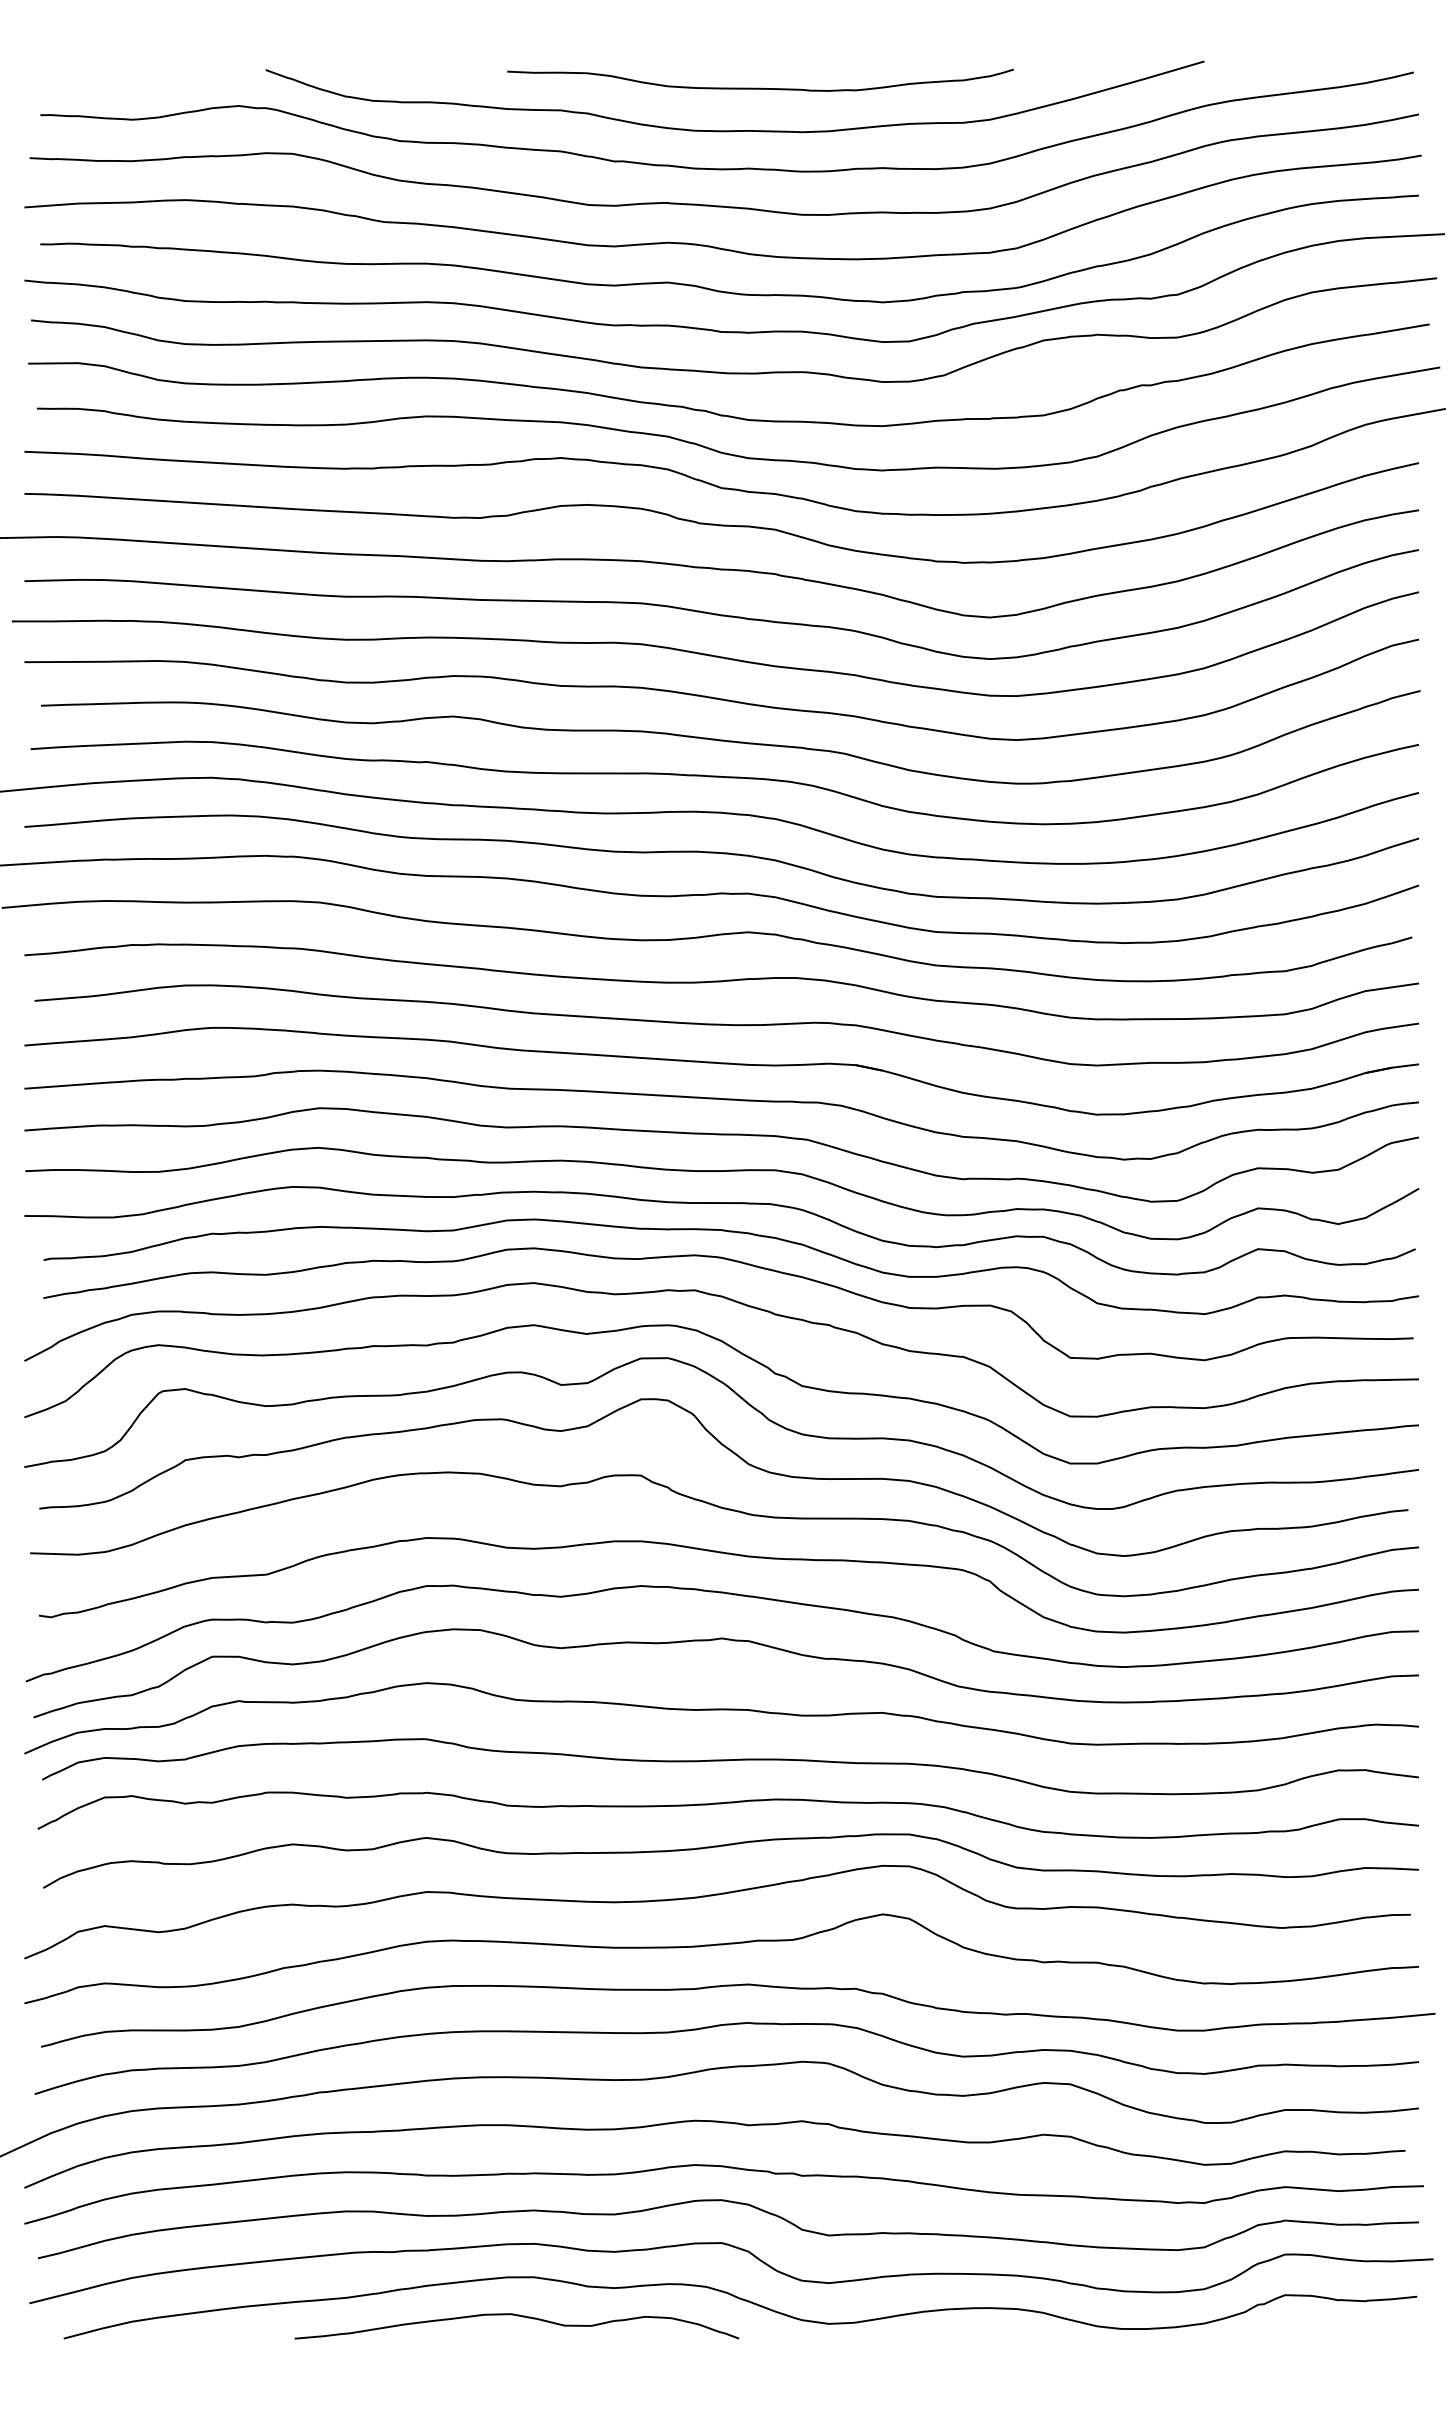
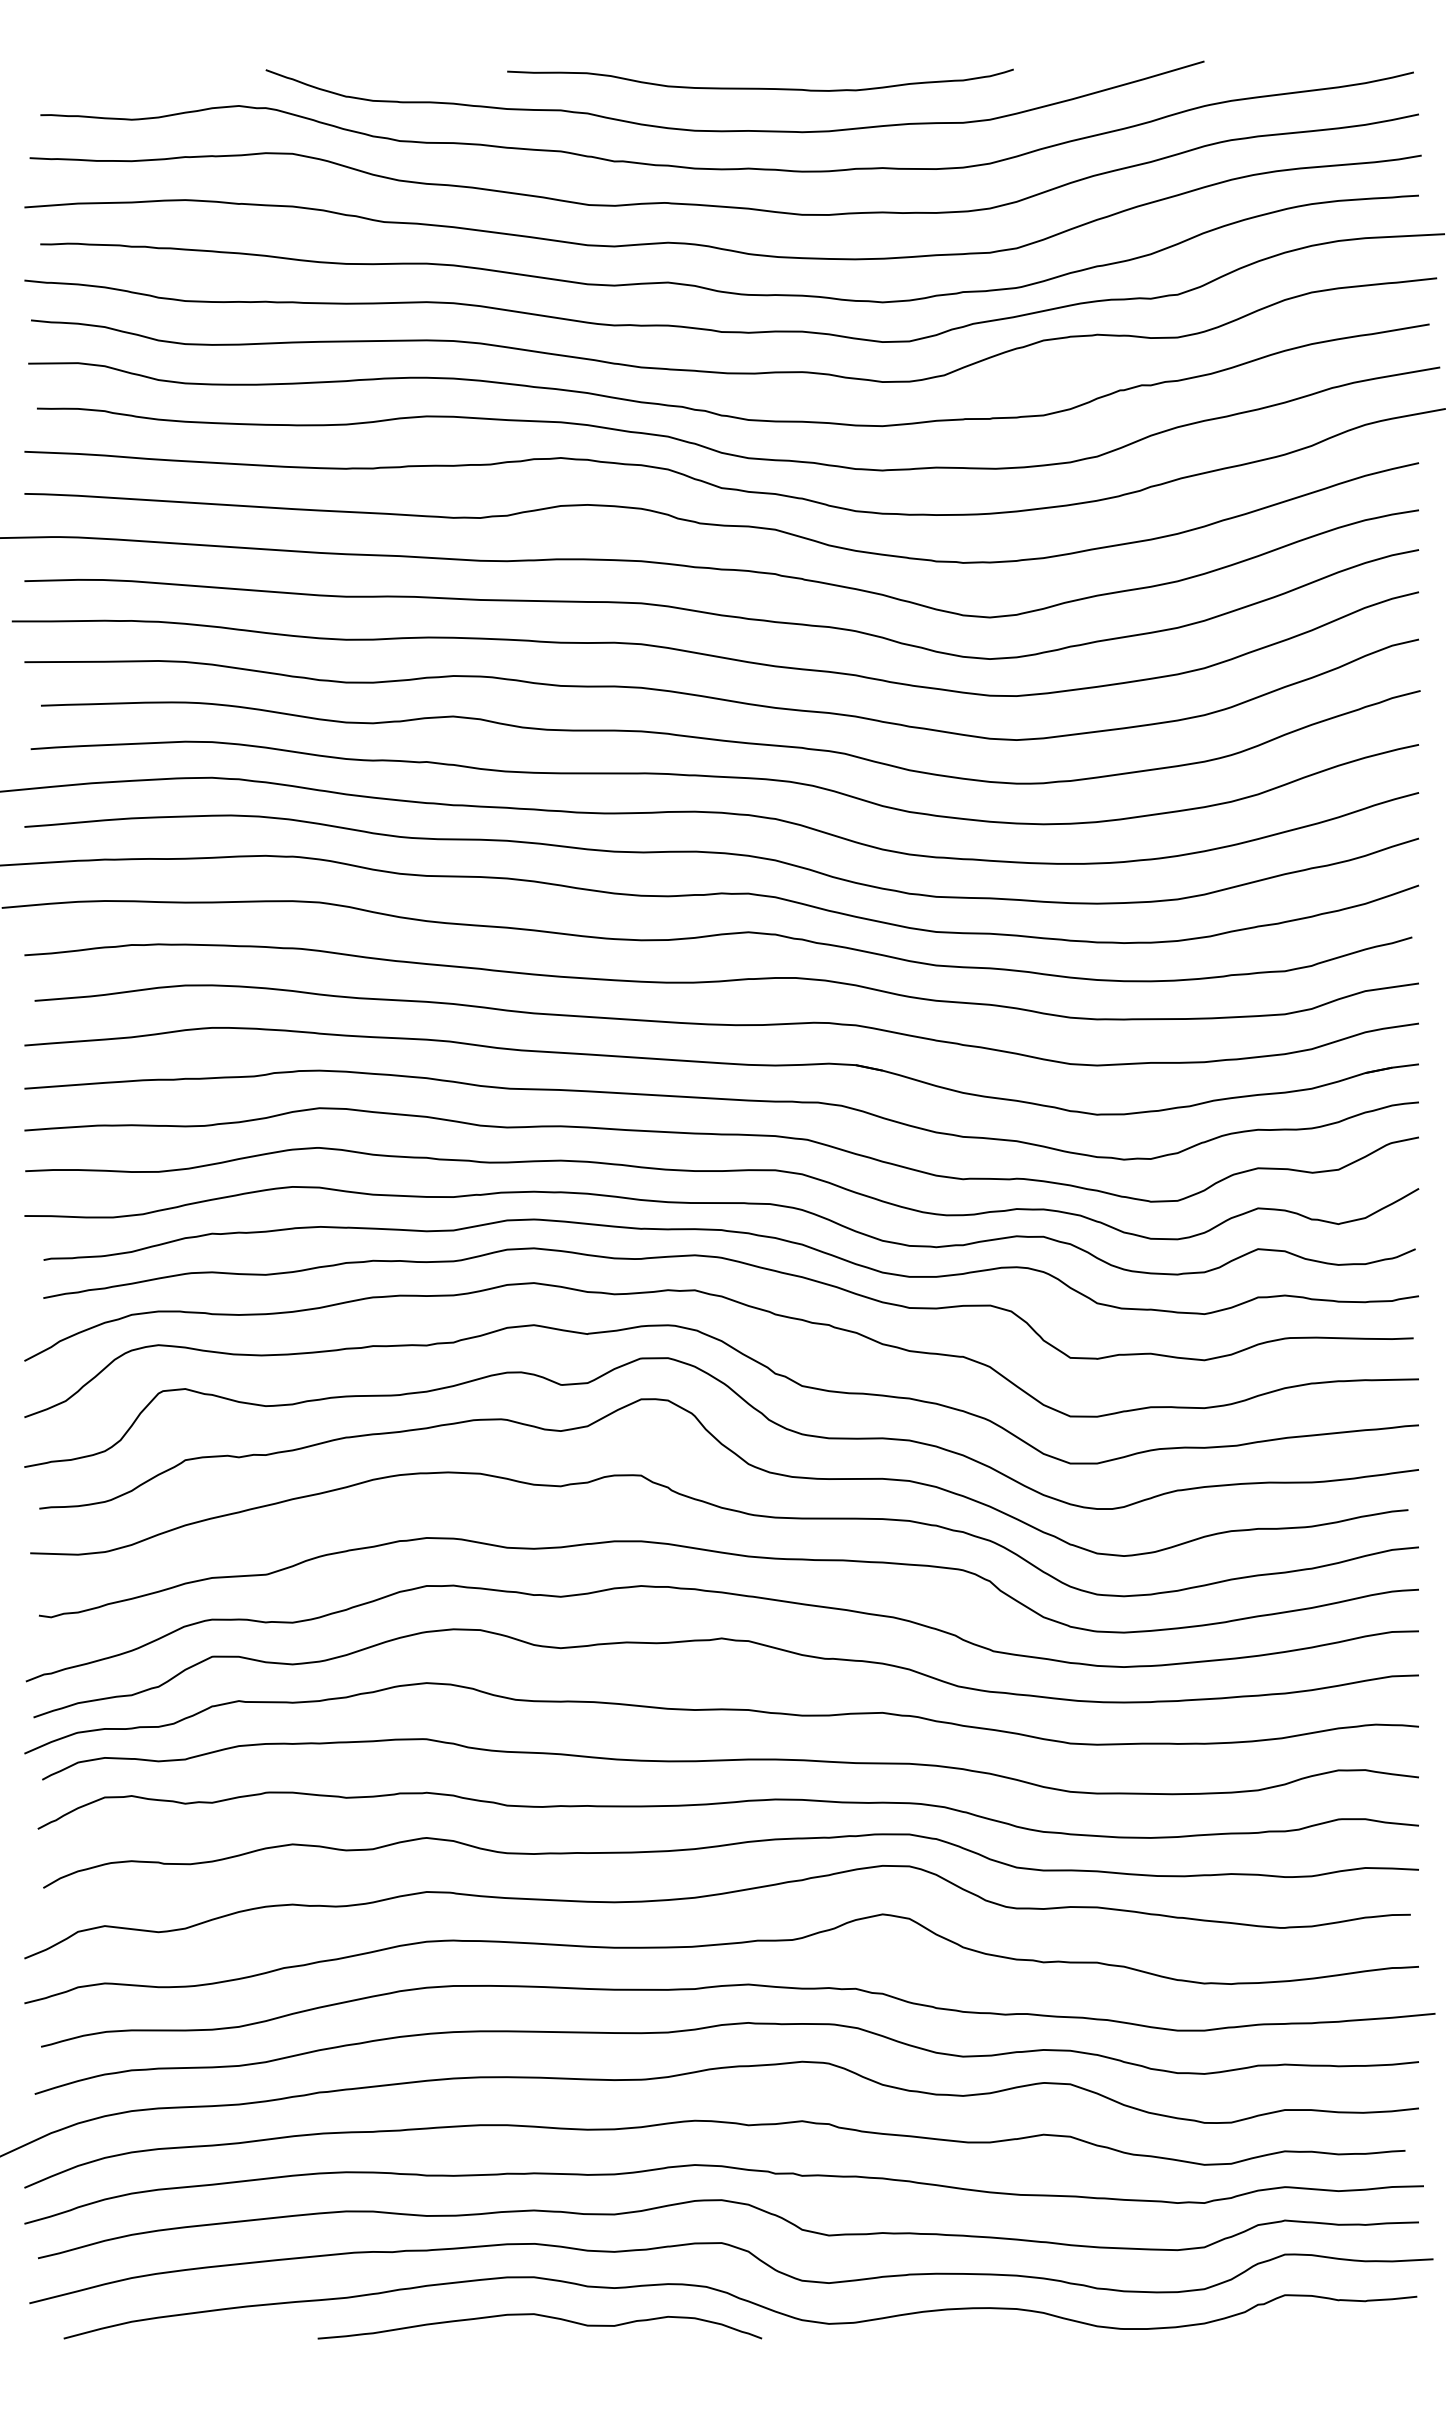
curve at (516, 2316) position: (516, 2316) -> (539, 2316)
